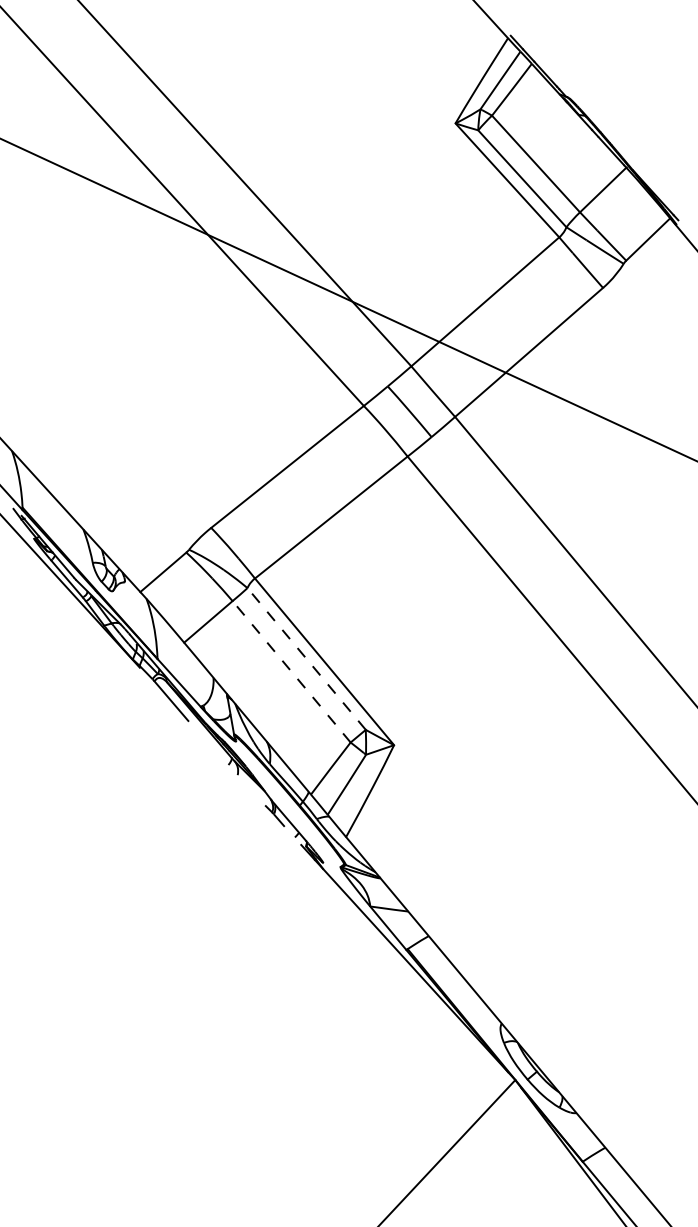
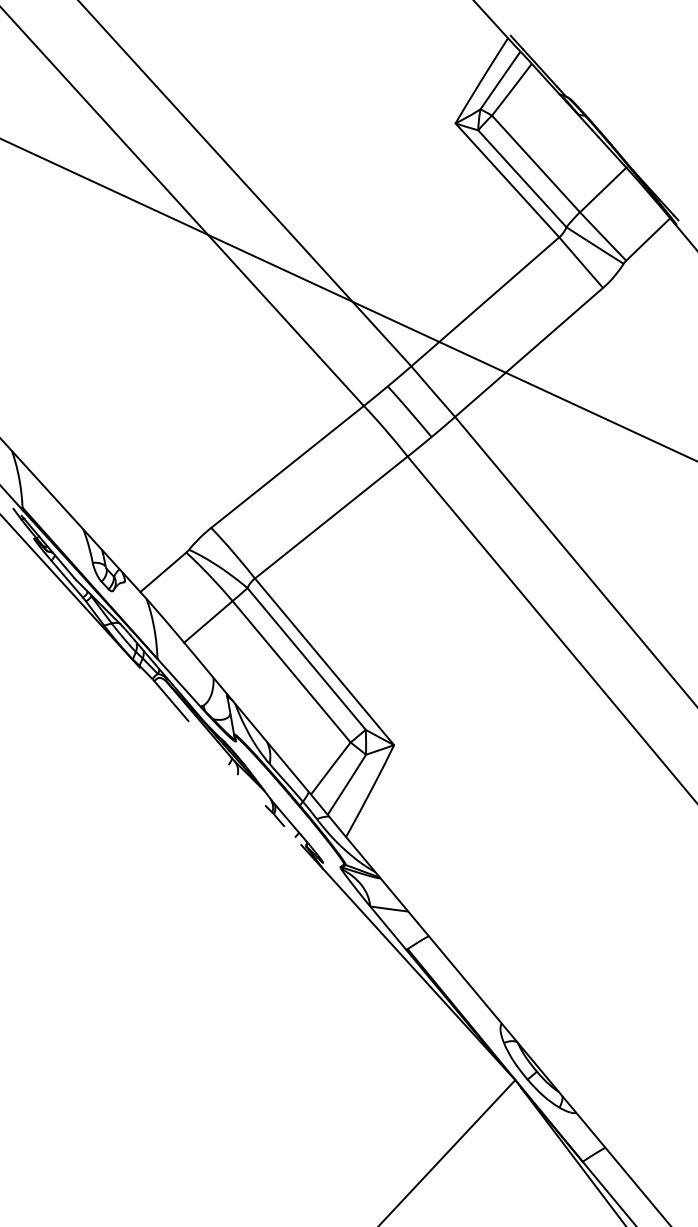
line at (306, 658): dashed -> solid
line at (291, 671): dashed -> solid
